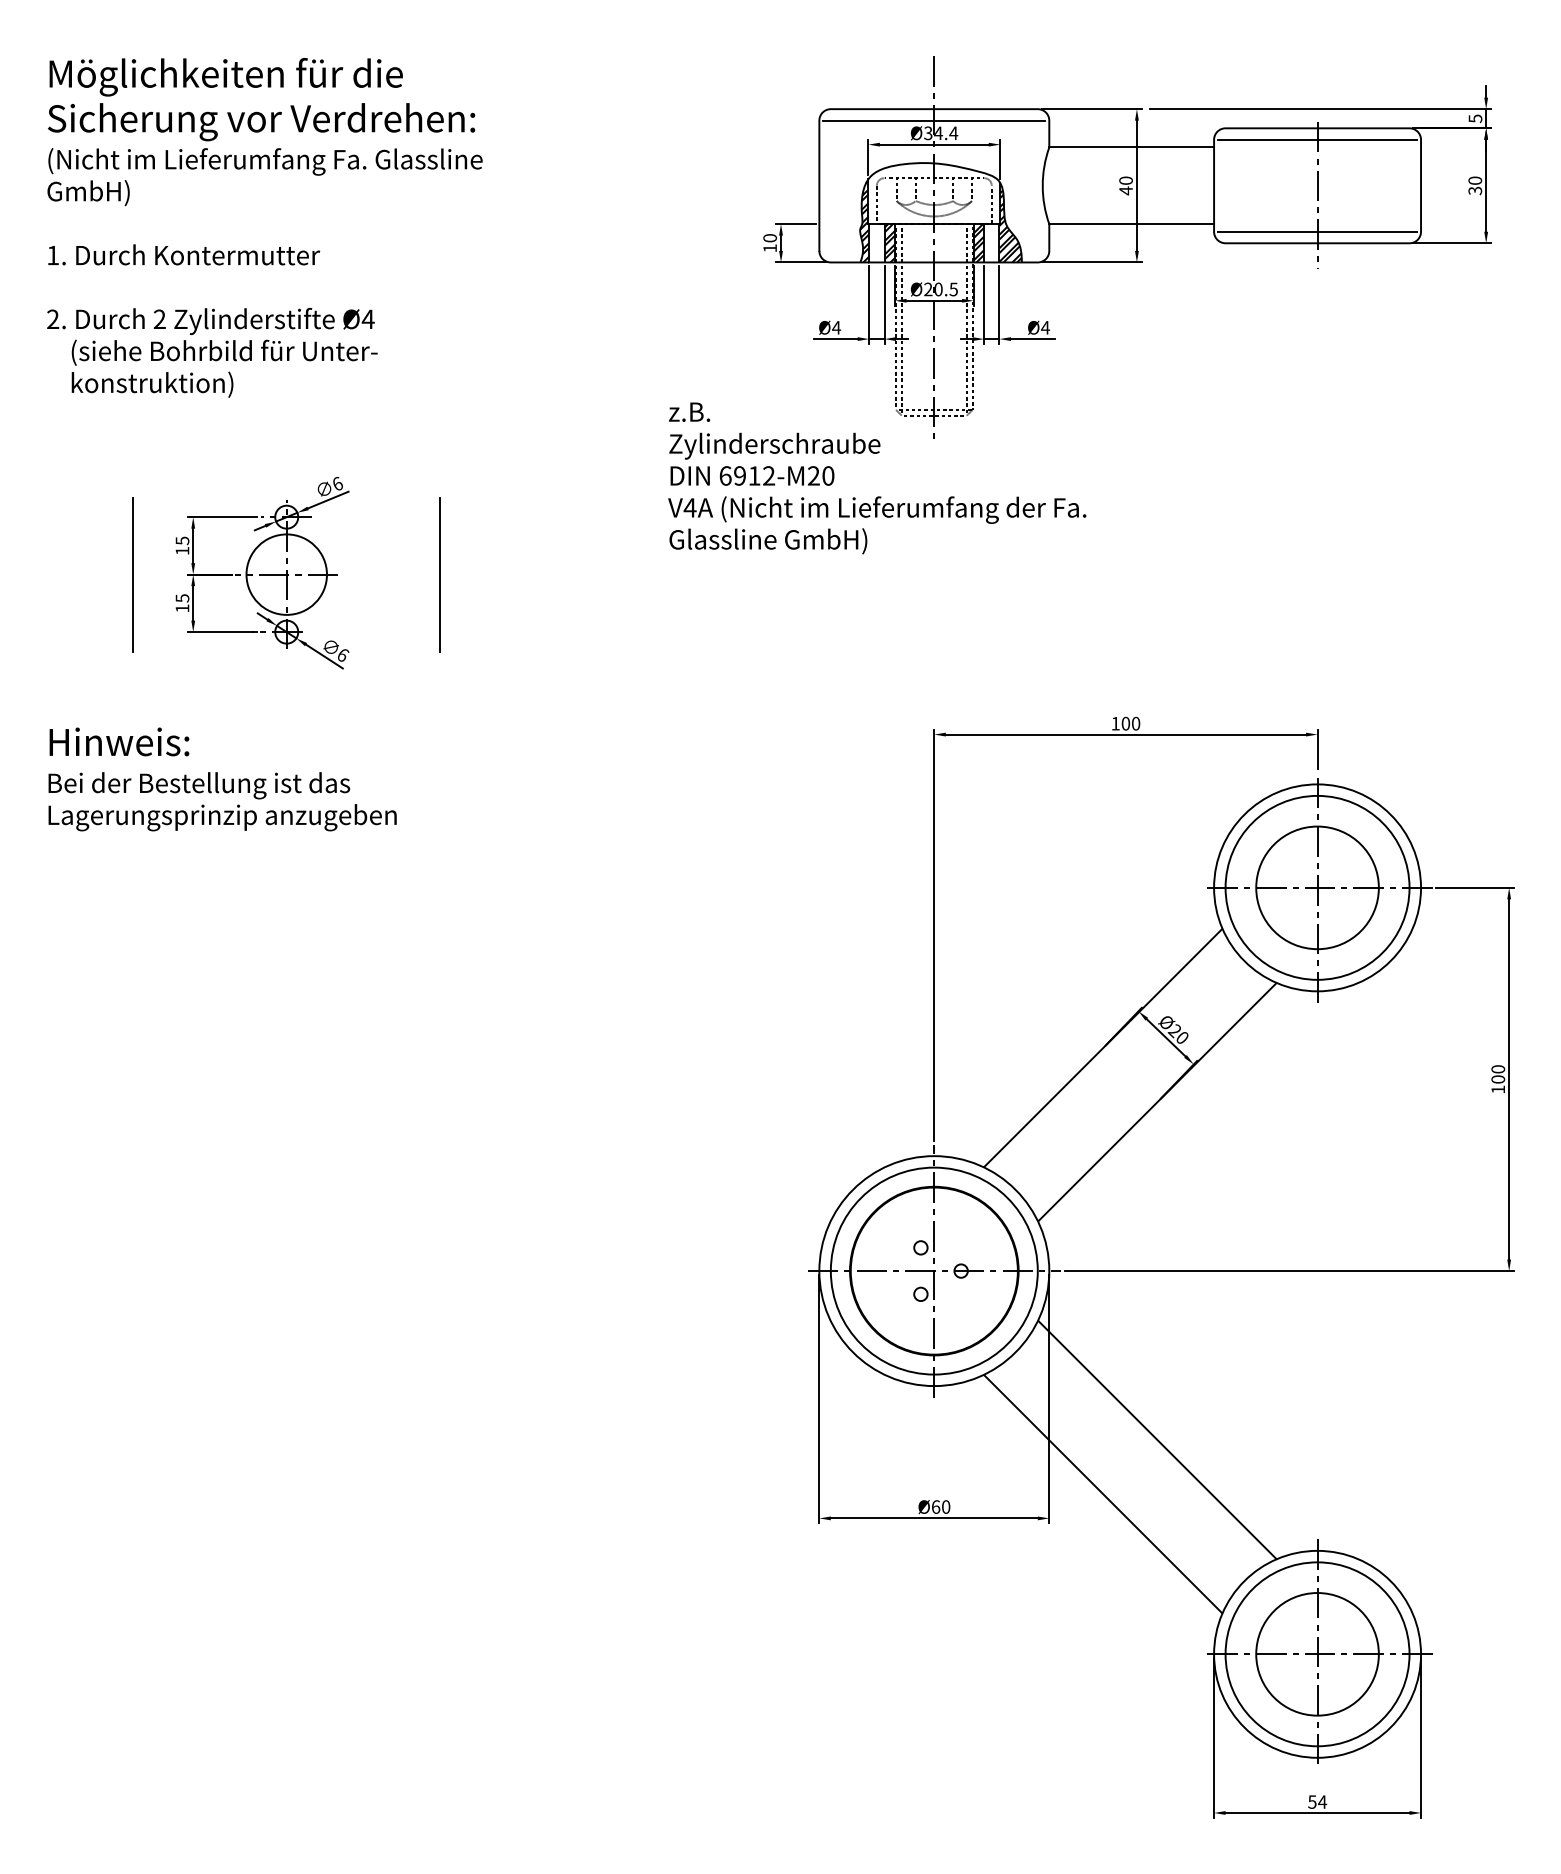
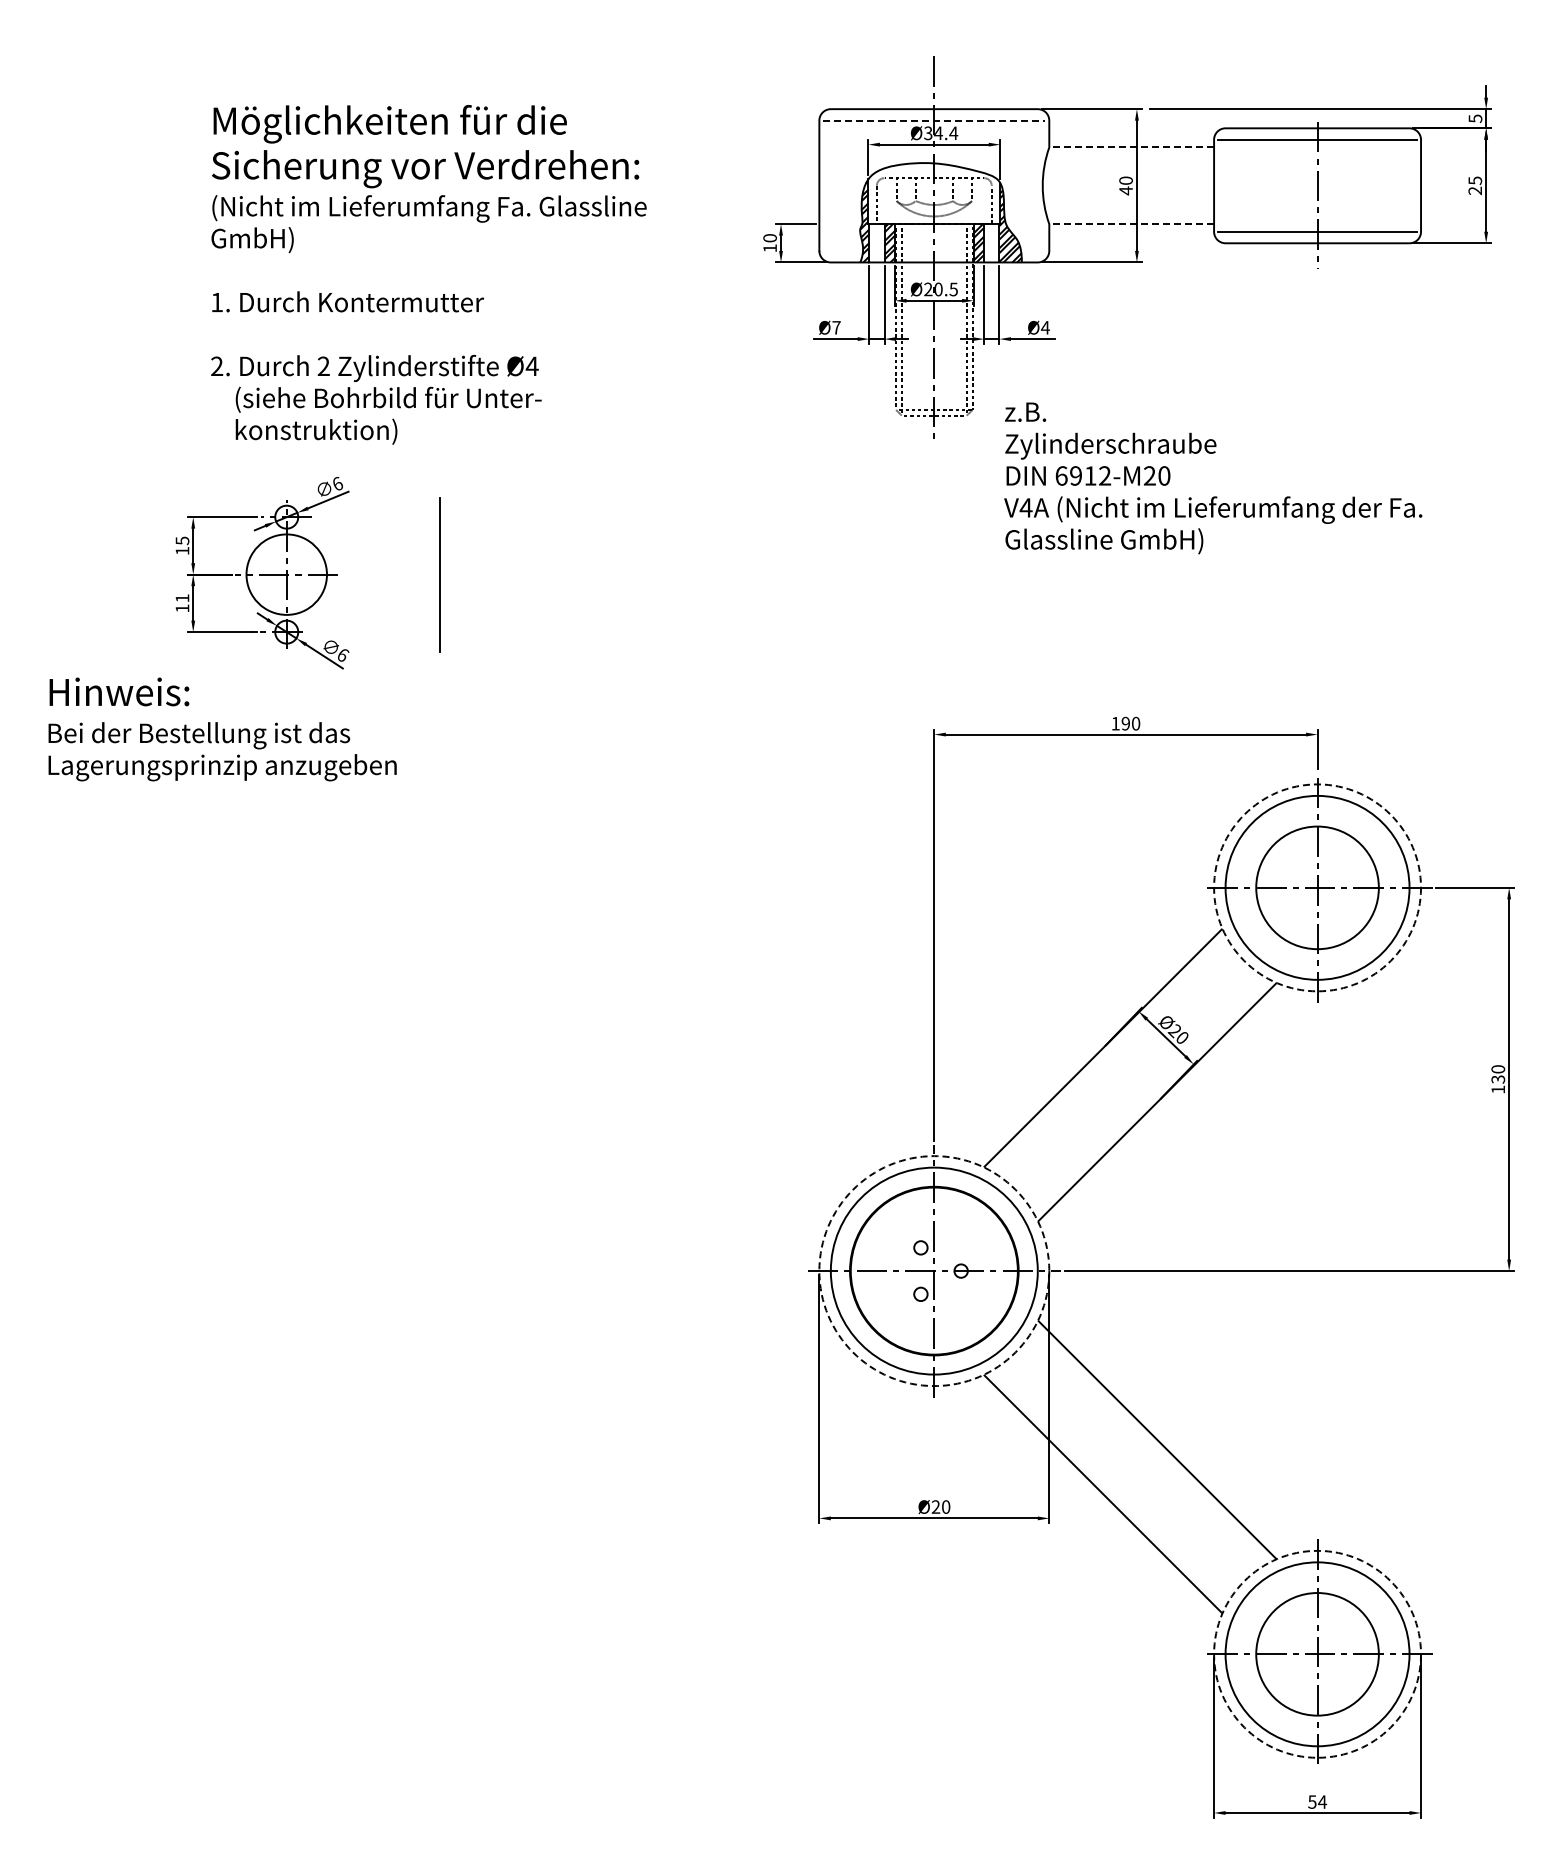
line at (934, 120): solid -> dashed
line at (1131, 147): solid -> dashed
text at (1475, 185): 30 -> 25
line at (1131, 224): solid -> dashed
text at (264, 227) position: (264, 227) -> (428, 274)
text at (836, 327): Ø4 -> Ø7
text at (877, 478) position: (877, 478) -> (1213, 478)
line at (133, 574): present -> none
text at (182, 598): 15 -> 11
text at (1125, 723): 100 -> 190
text at (222, 779) position: (222, 779) -> (222, 729)
circle at (1317, 887): solid -> dashed
text at (1497, 1079): 100 -> 130
circle at (934, 1271): solid -> dashed
text at (935, 1506): Ø60 -> Ø20
circle at (1317, 1653): solid -> dashed
